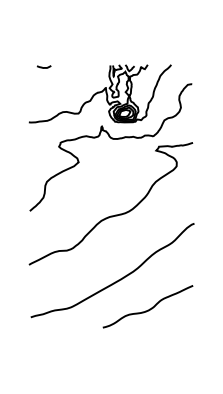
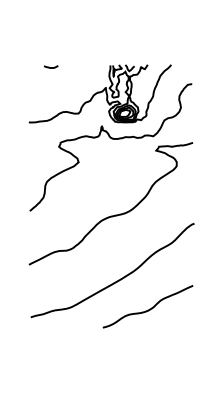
curve at (42, 66) position: (42, 66) -> (49, 66)
